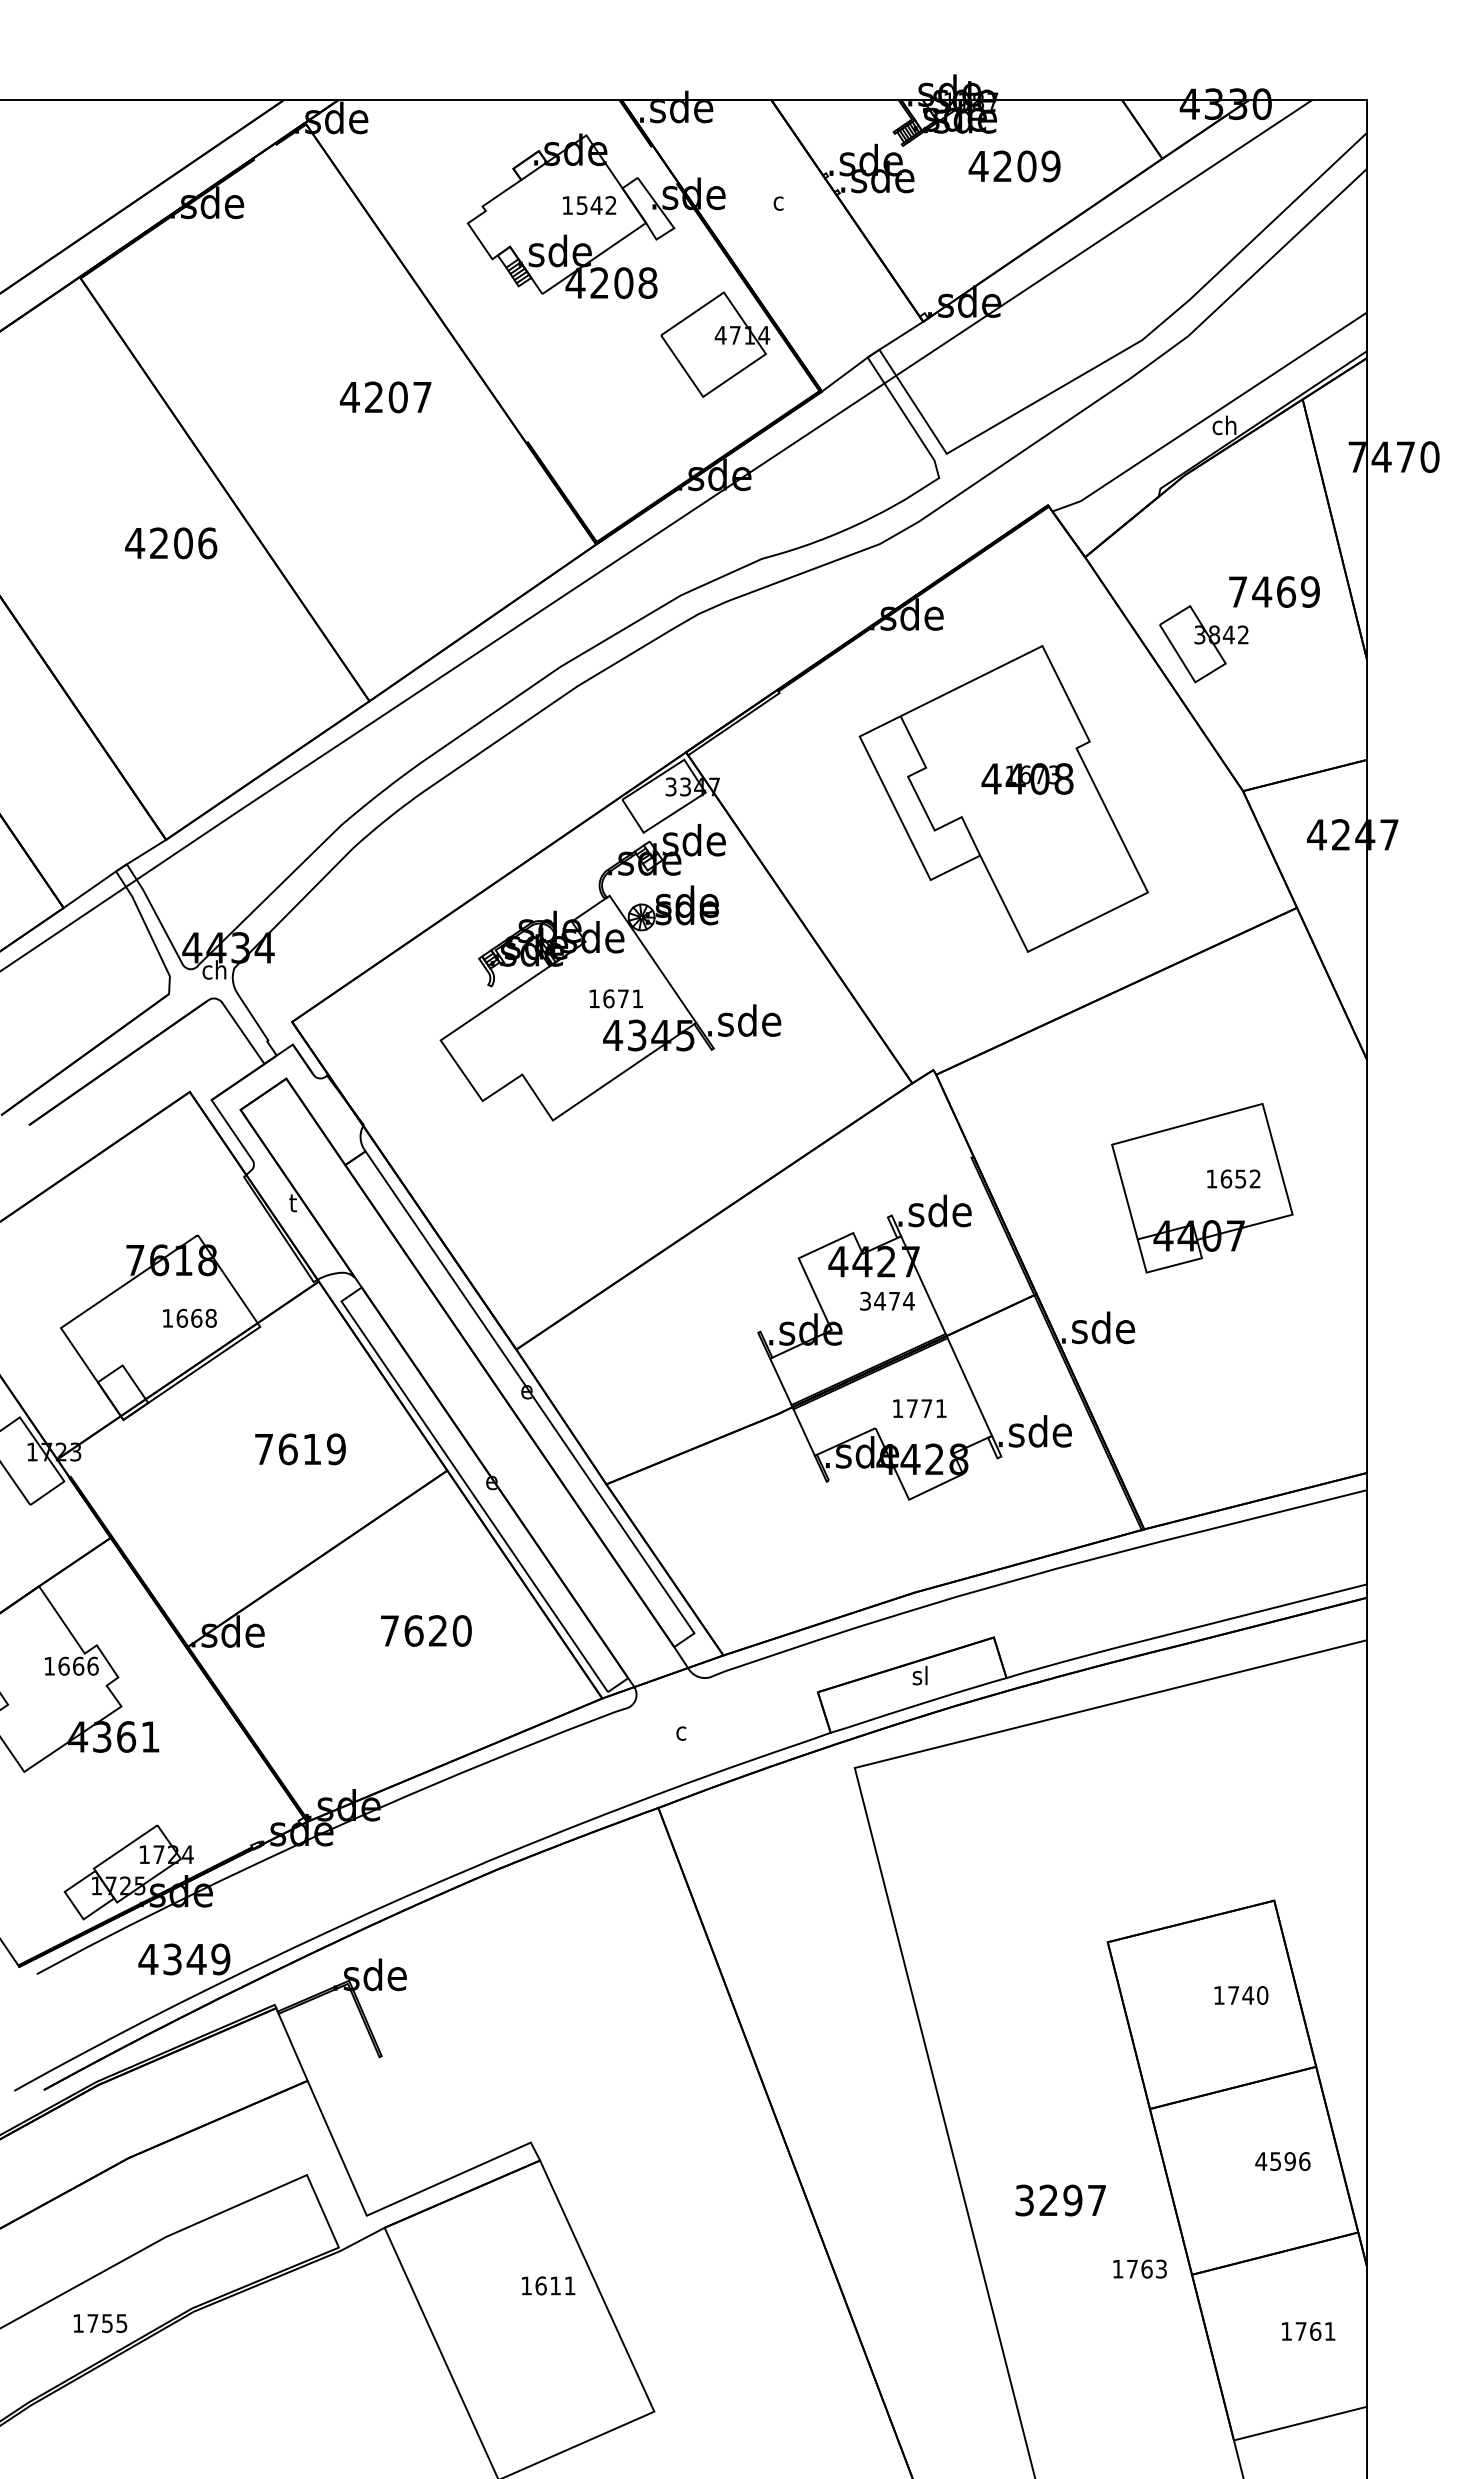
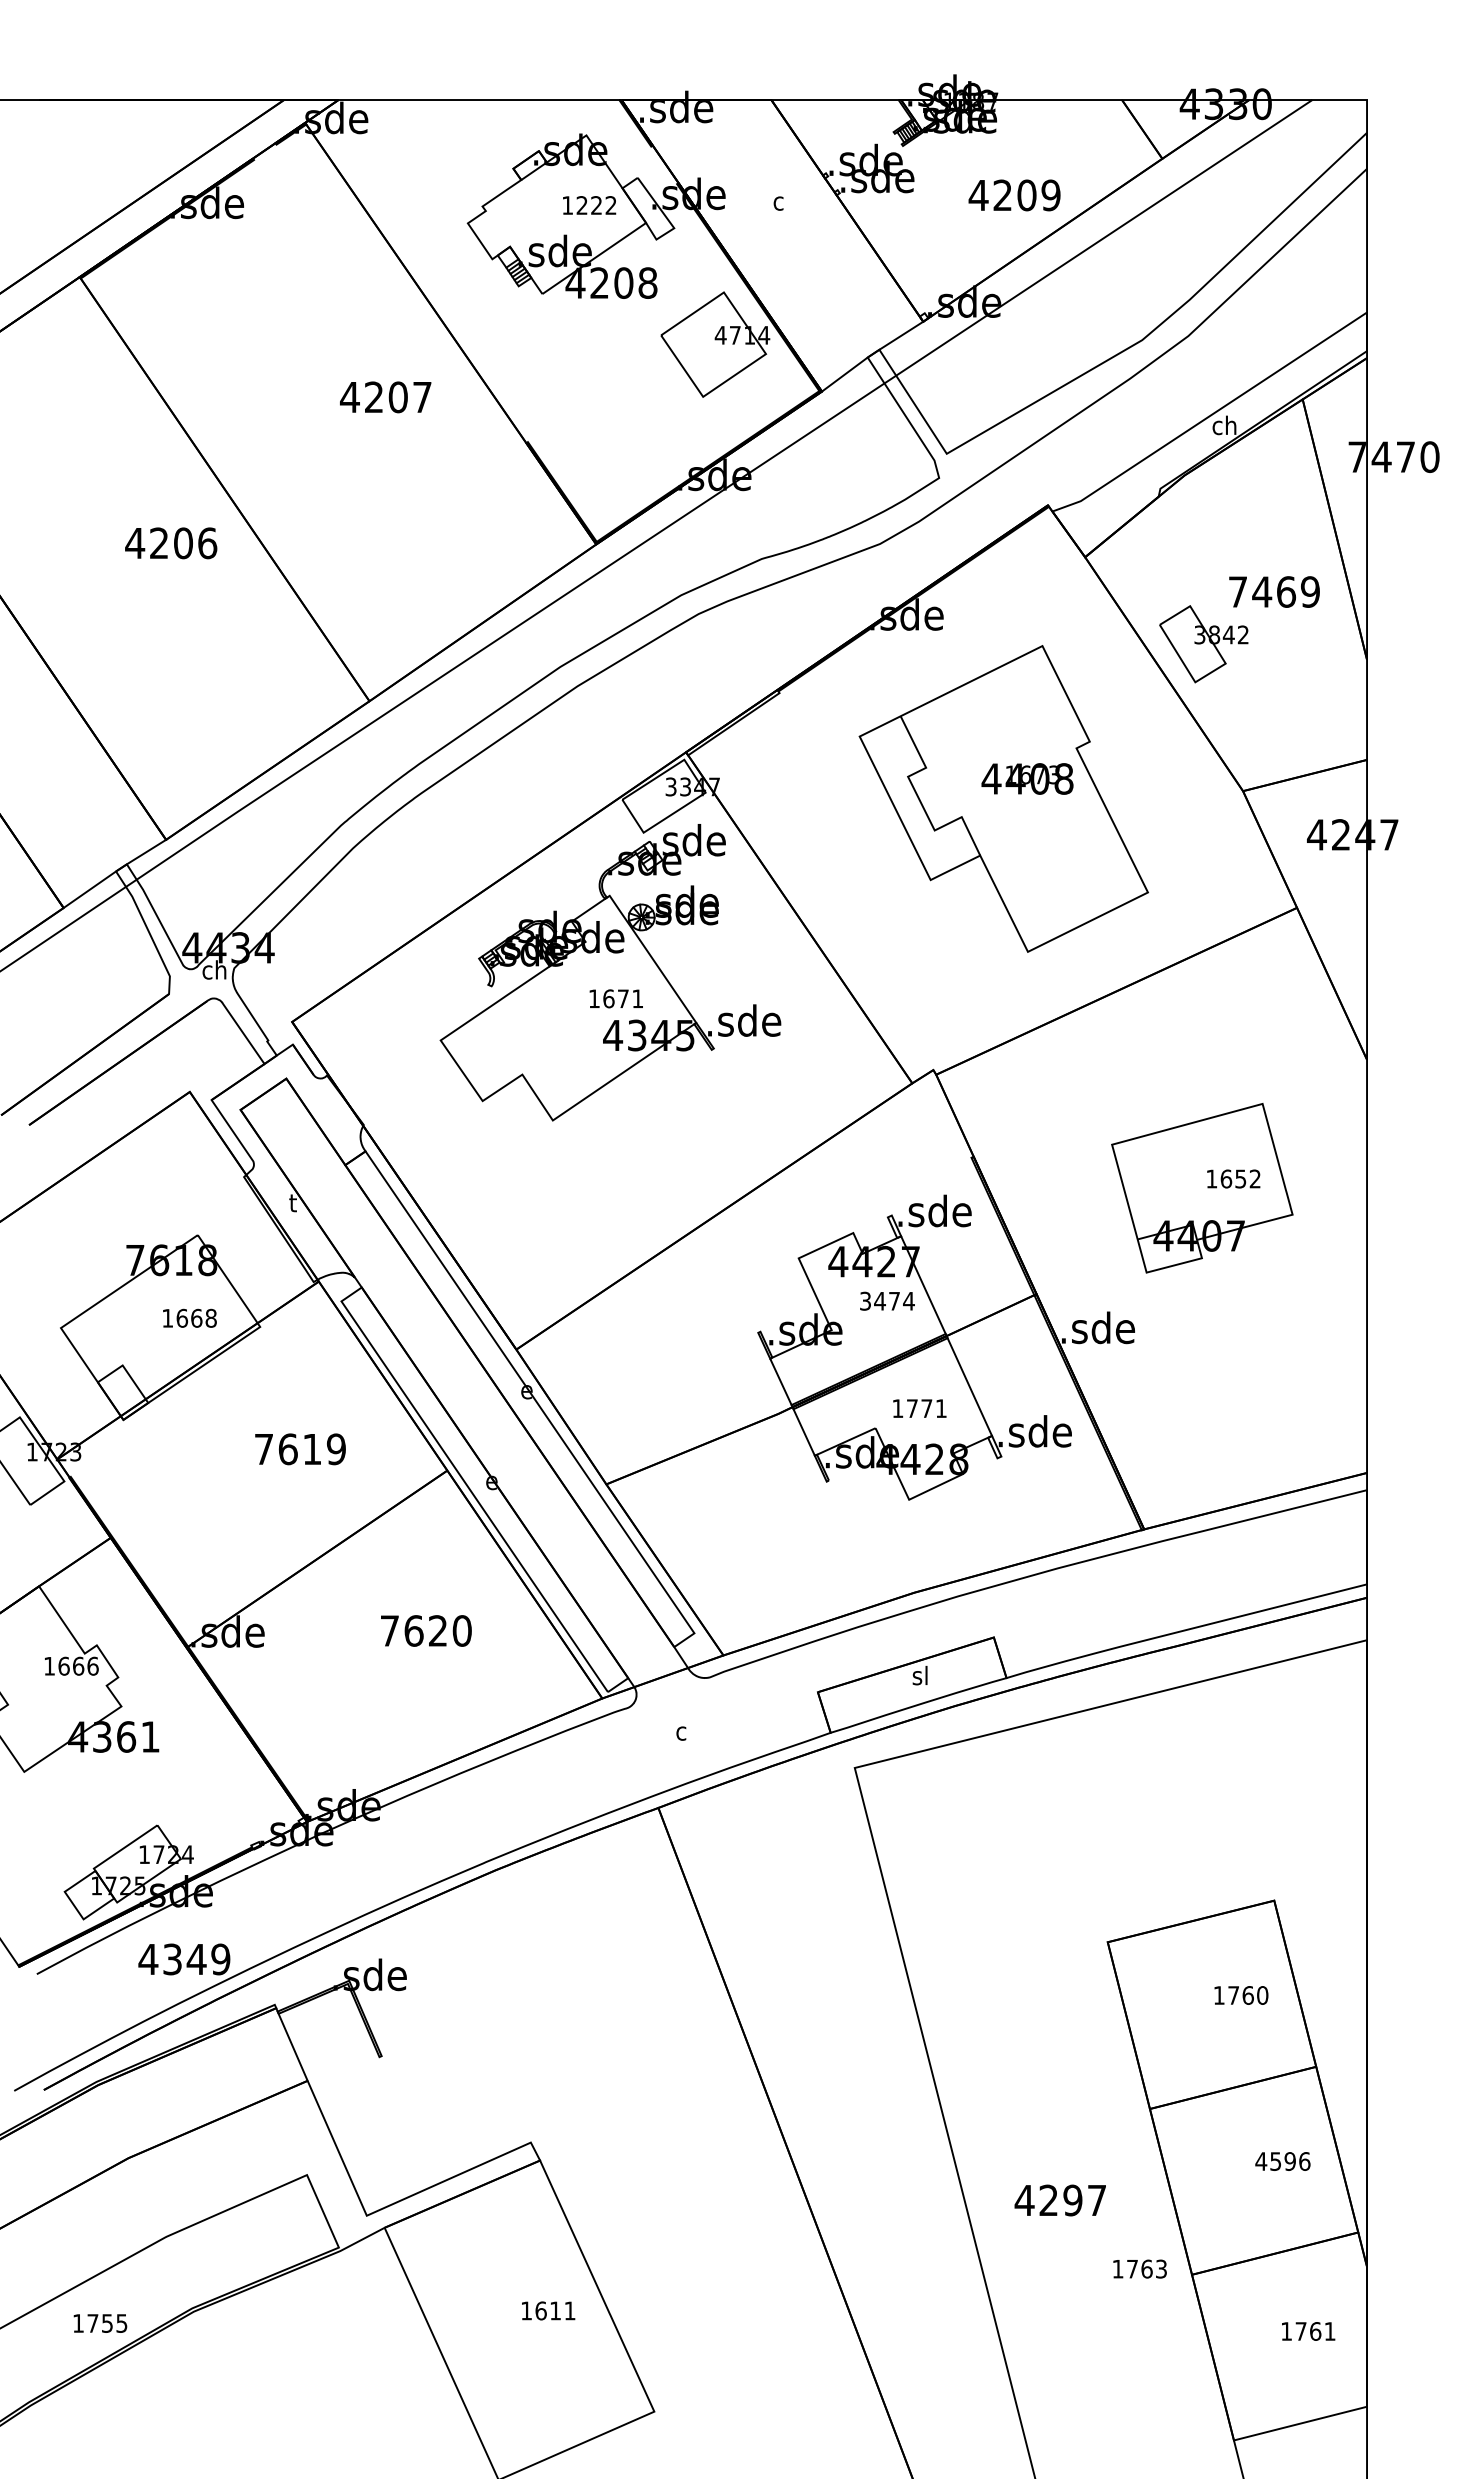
text at (1014, 166) position: (1014, 166) -> (1014, 195)
text at (589, 205): 1542 -> 1222
text at (1248, 1995): 1740 -> 1760
text at (1024, 2200): 3297 -> 4297
text at (548, 2285) position: (548, 2285) -> (548, 2310)
